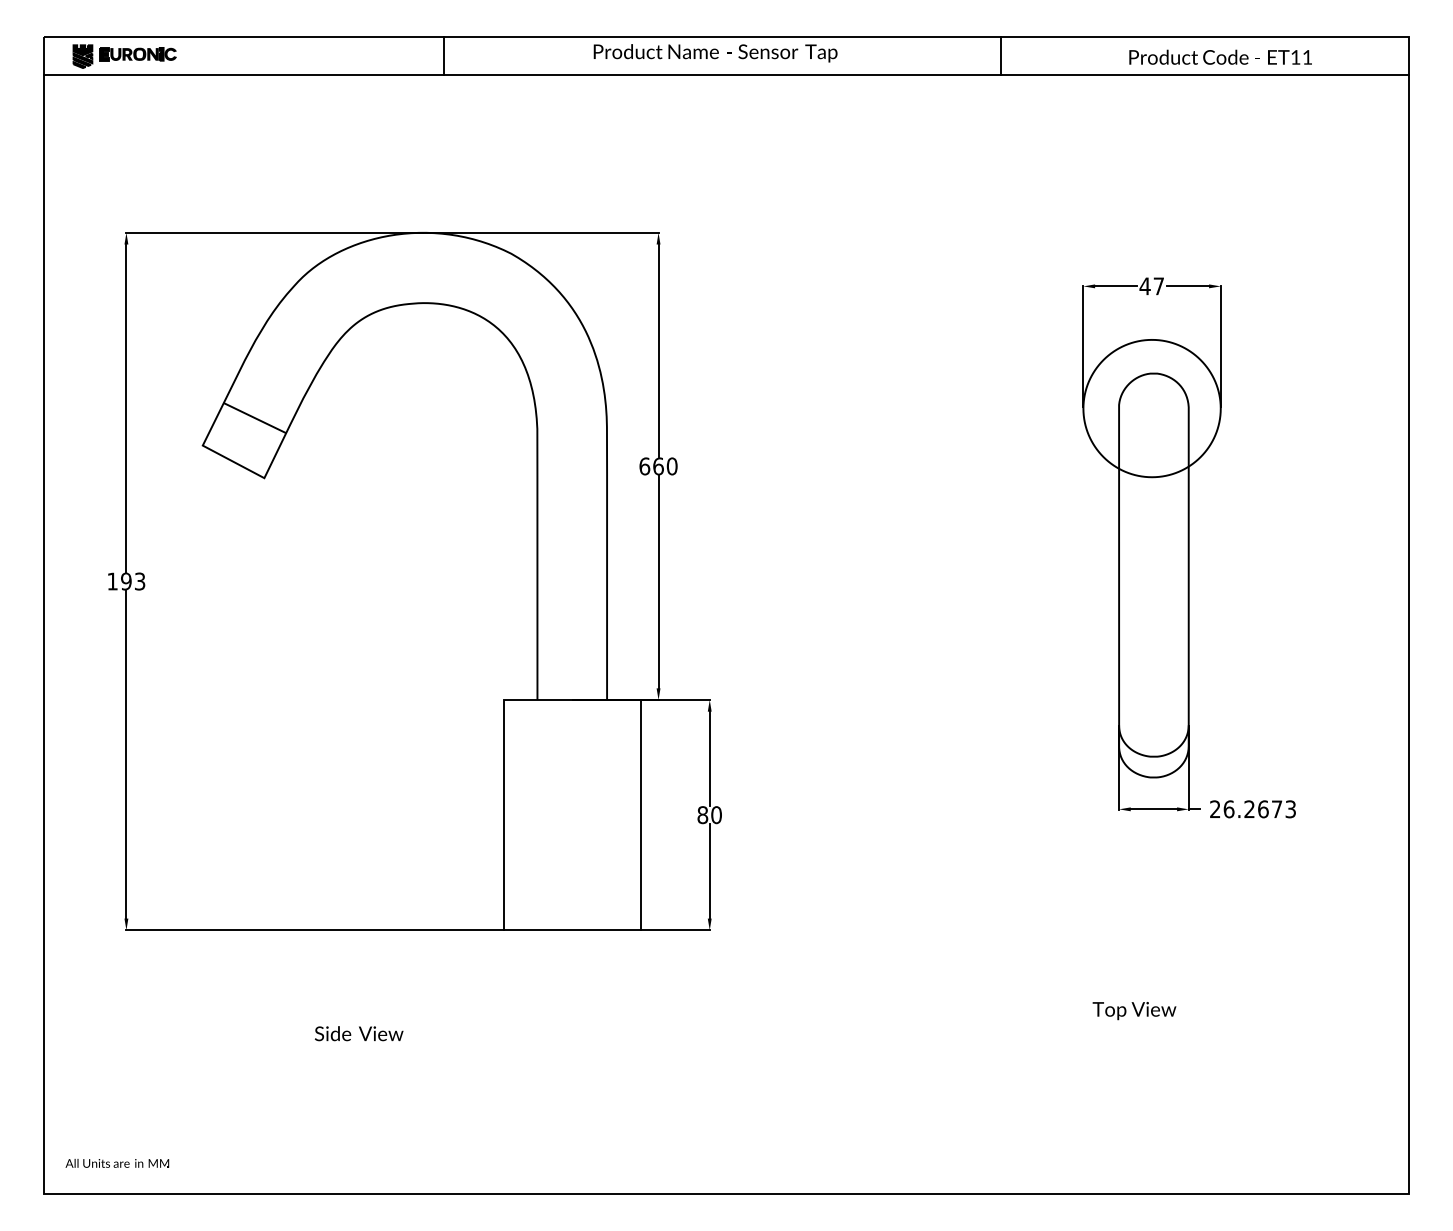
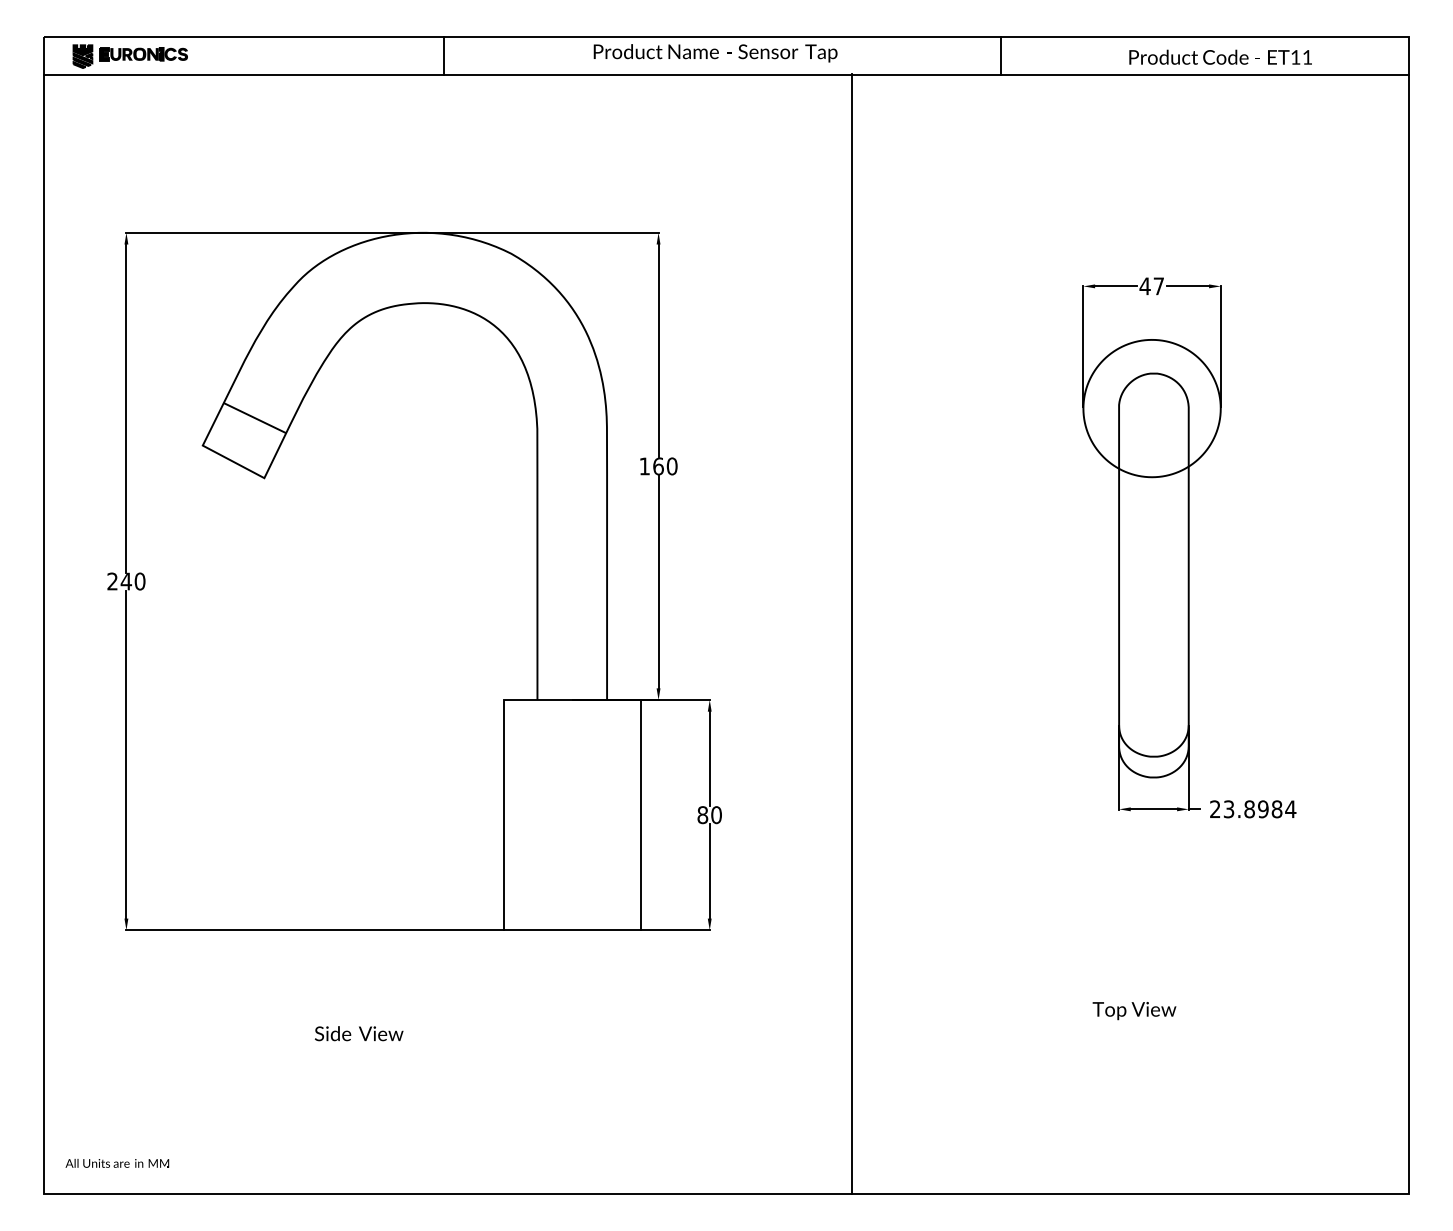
fill at (182, 53): none -> present
text at (644, 466): 660 -> 160
text at (126, 581): 193 -> 240
line at (851, 633): none -> present
text at (1259, 809): 26.2673 -> 23.8984
